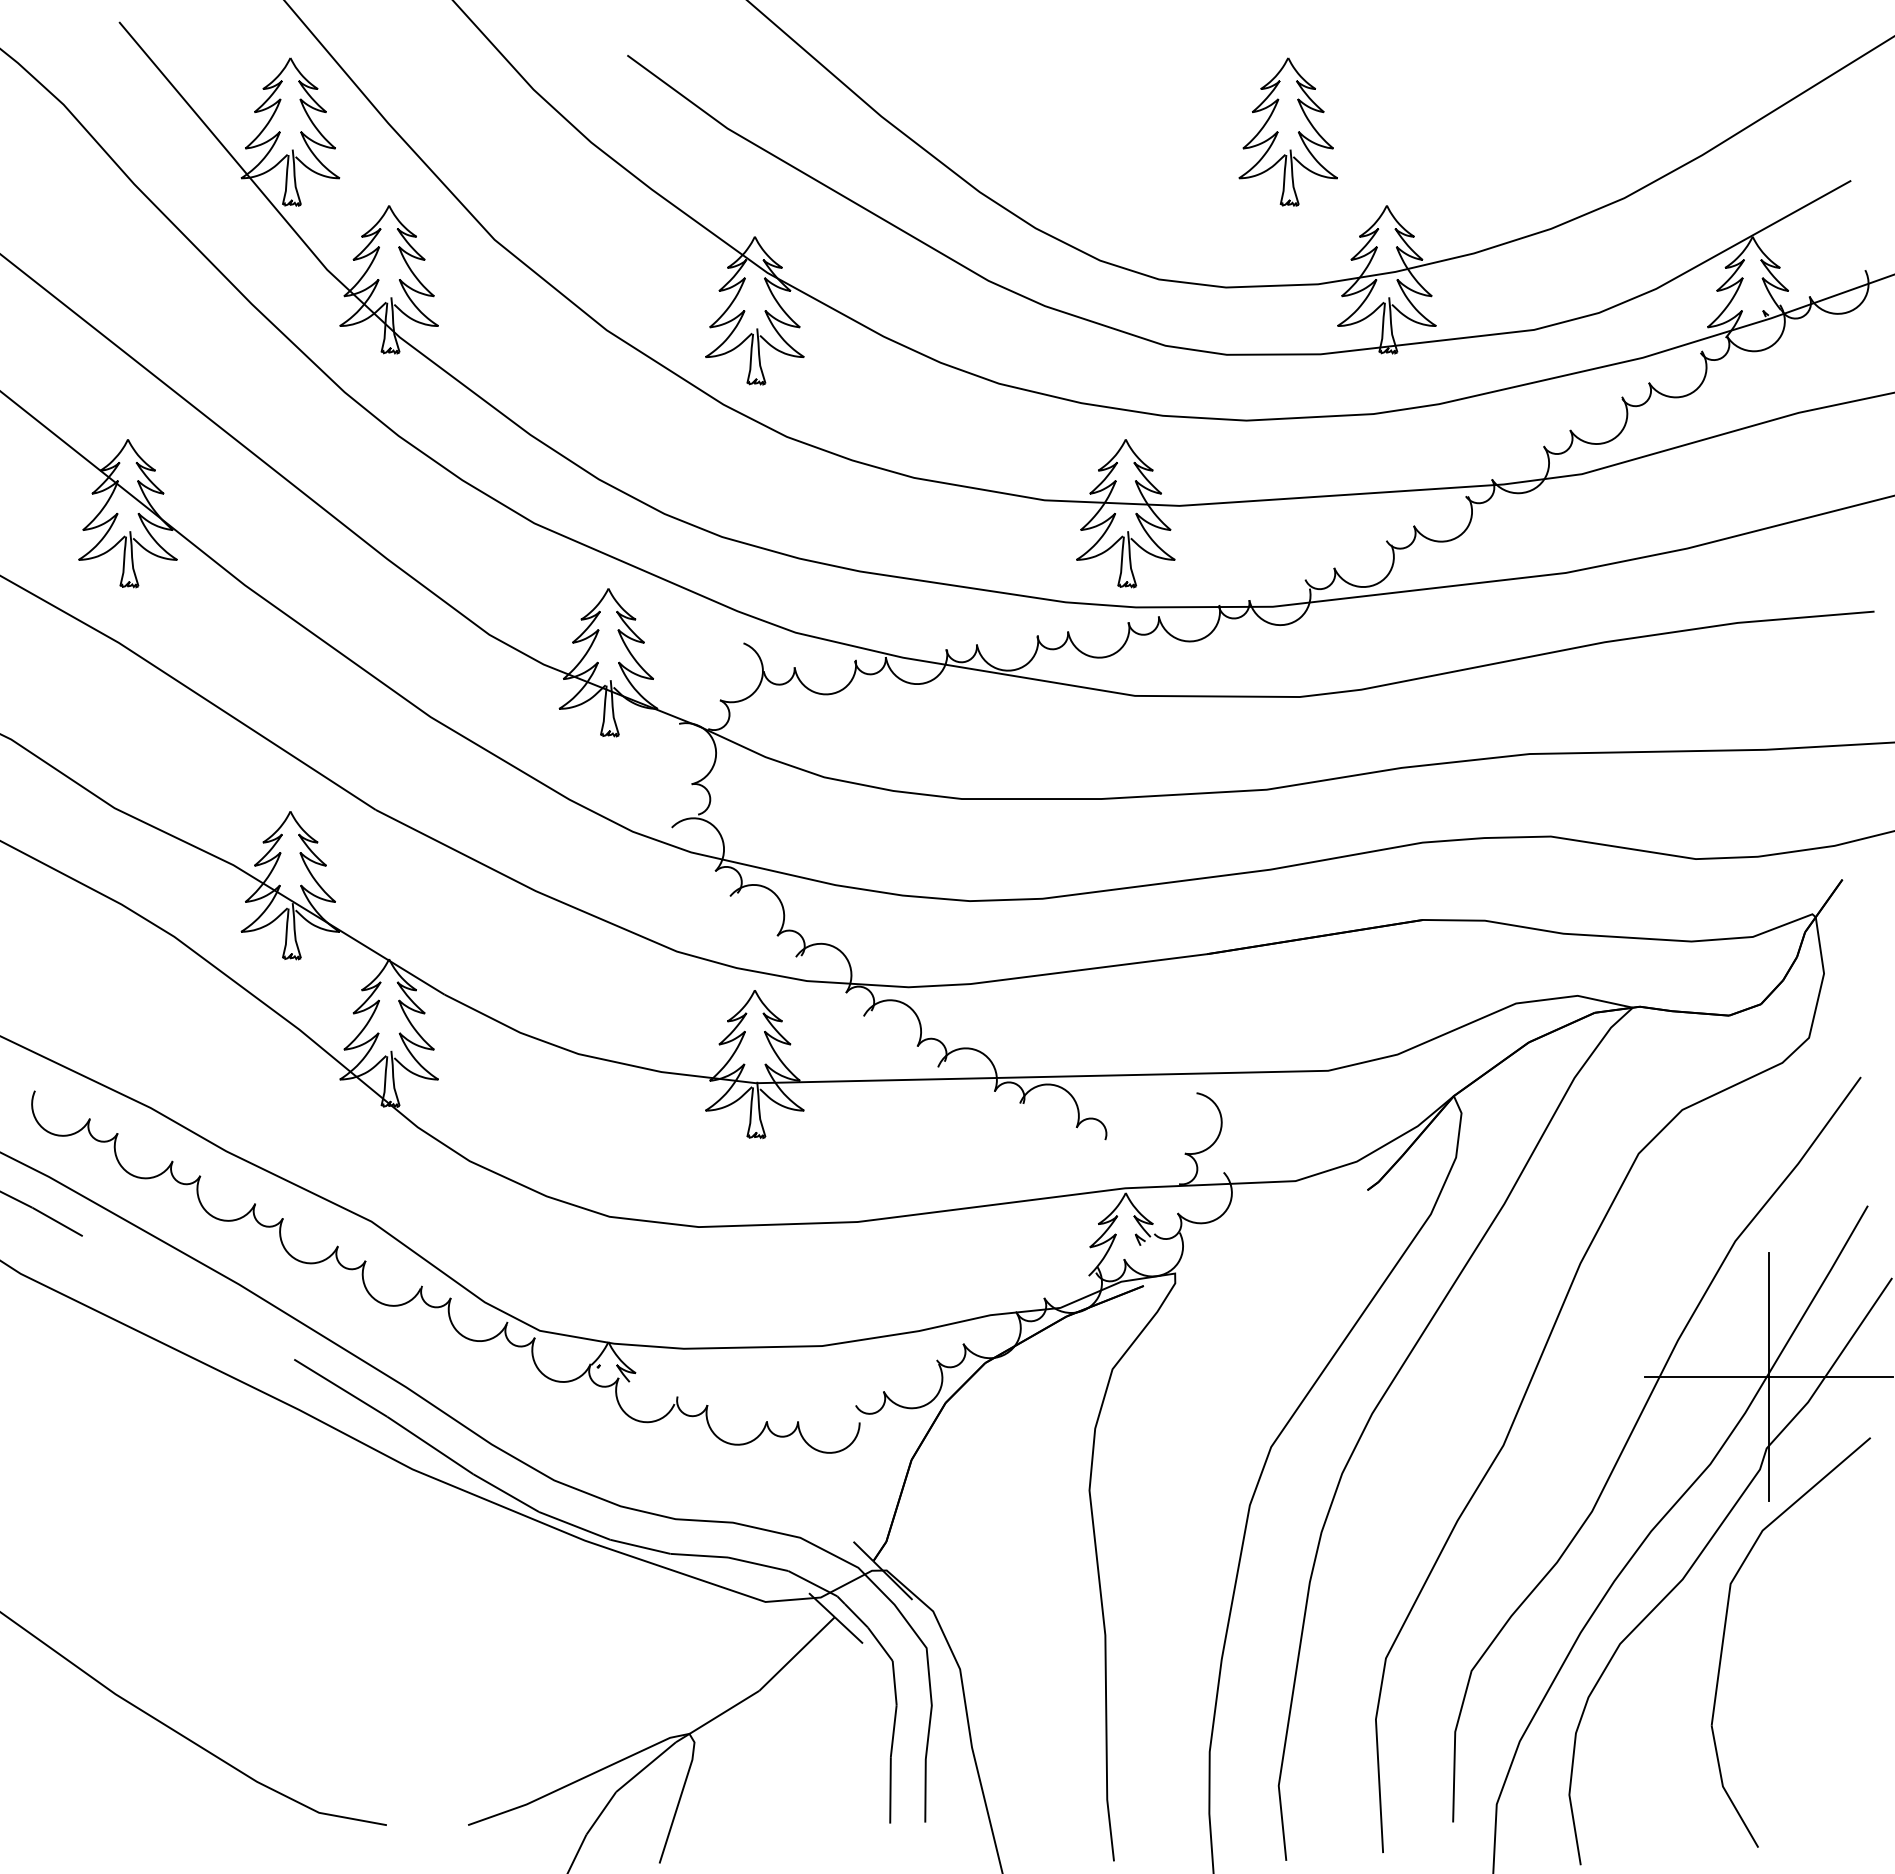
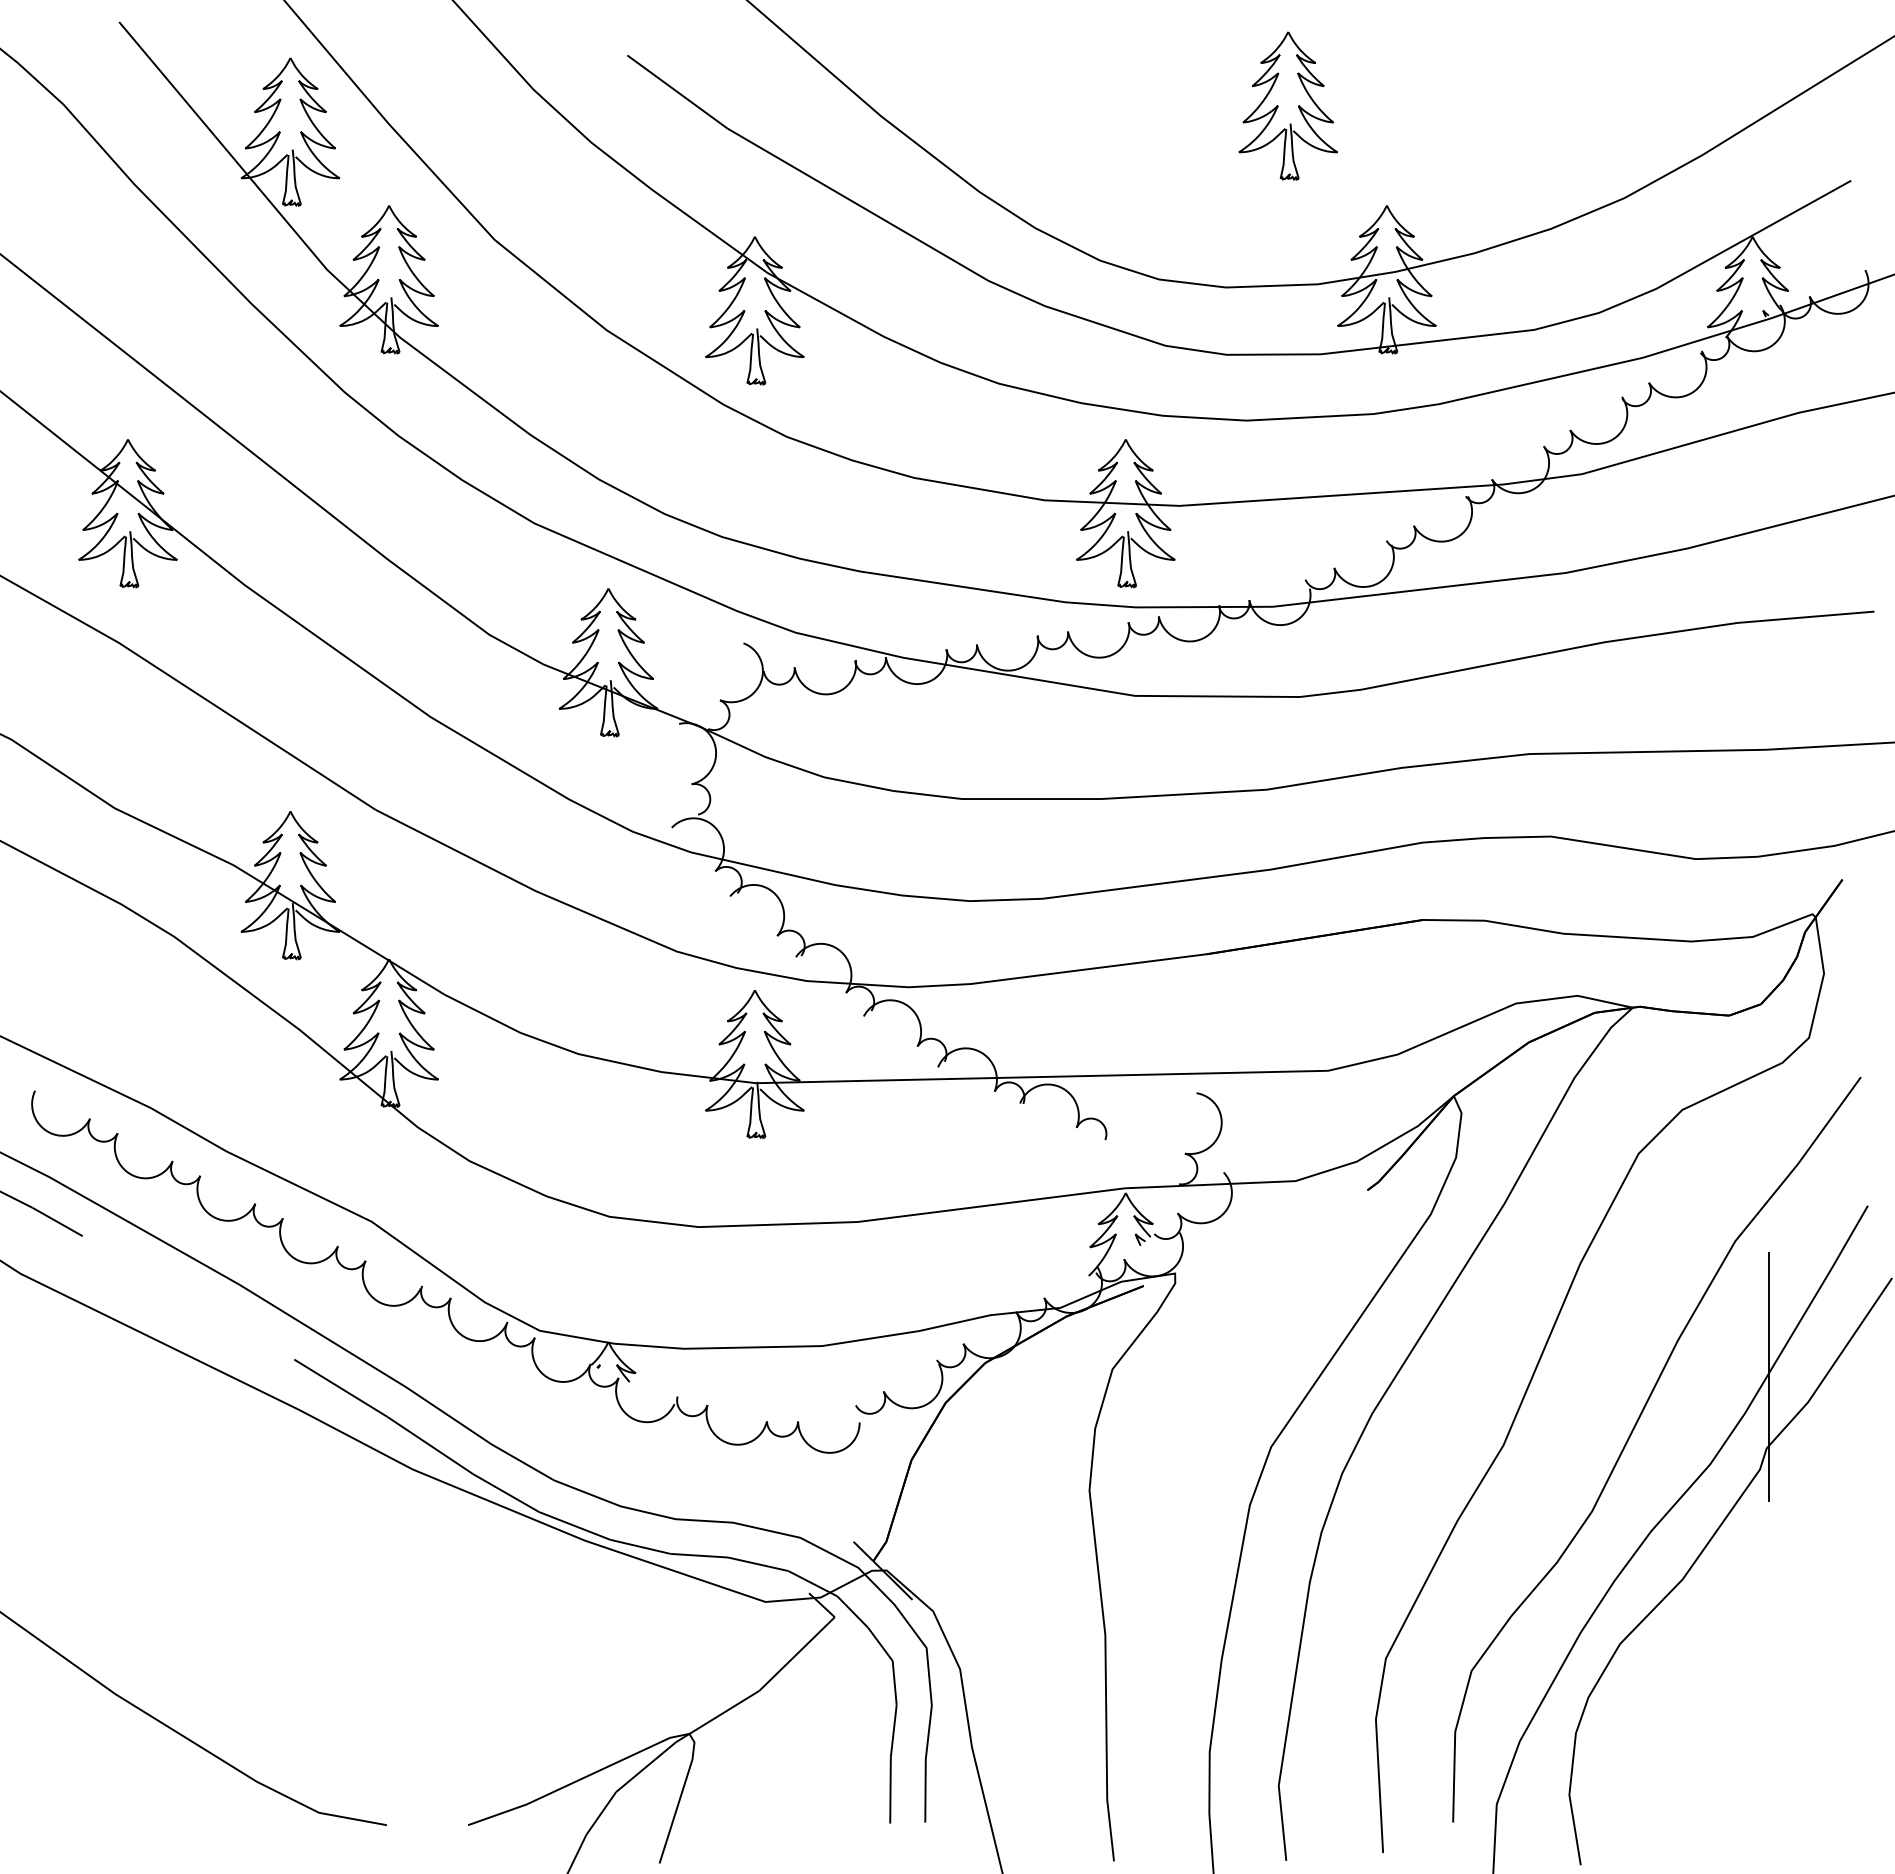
part at (1287, 131) position: (1287, 131) -> (1287, 105)
line at (1768, 1377): present -> none
line at (848, 1630): present -> none
part at (1725, 1631): present -> none
